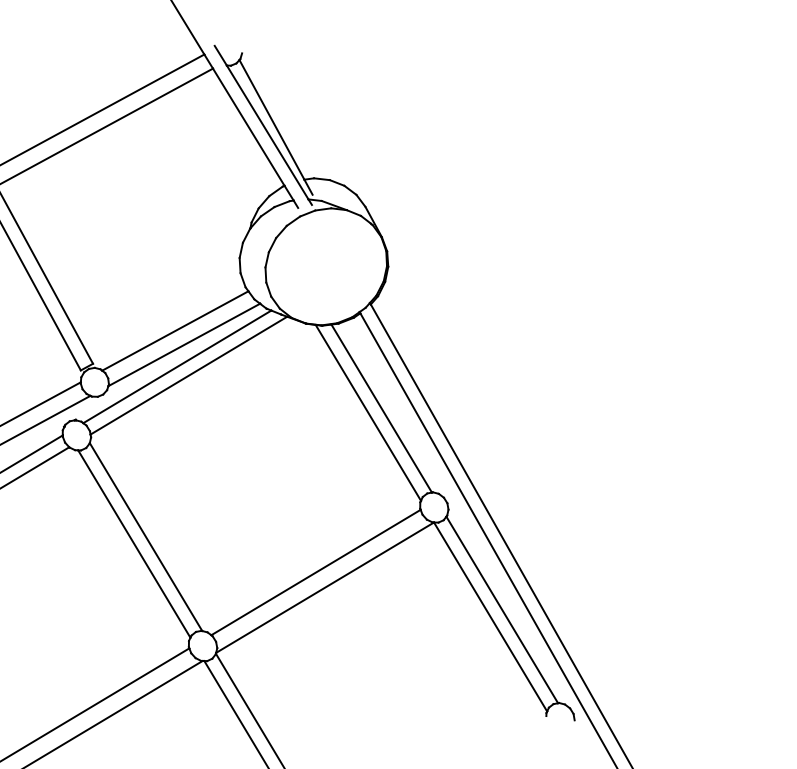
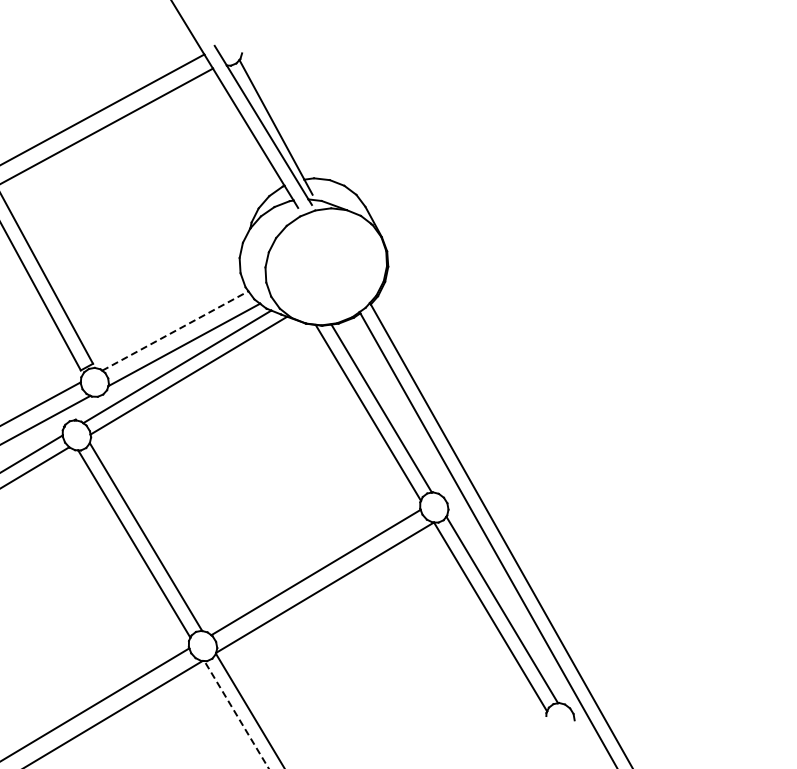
line at (175, 330): solid -> dashed
line at (236, 714): solid -> dashed
